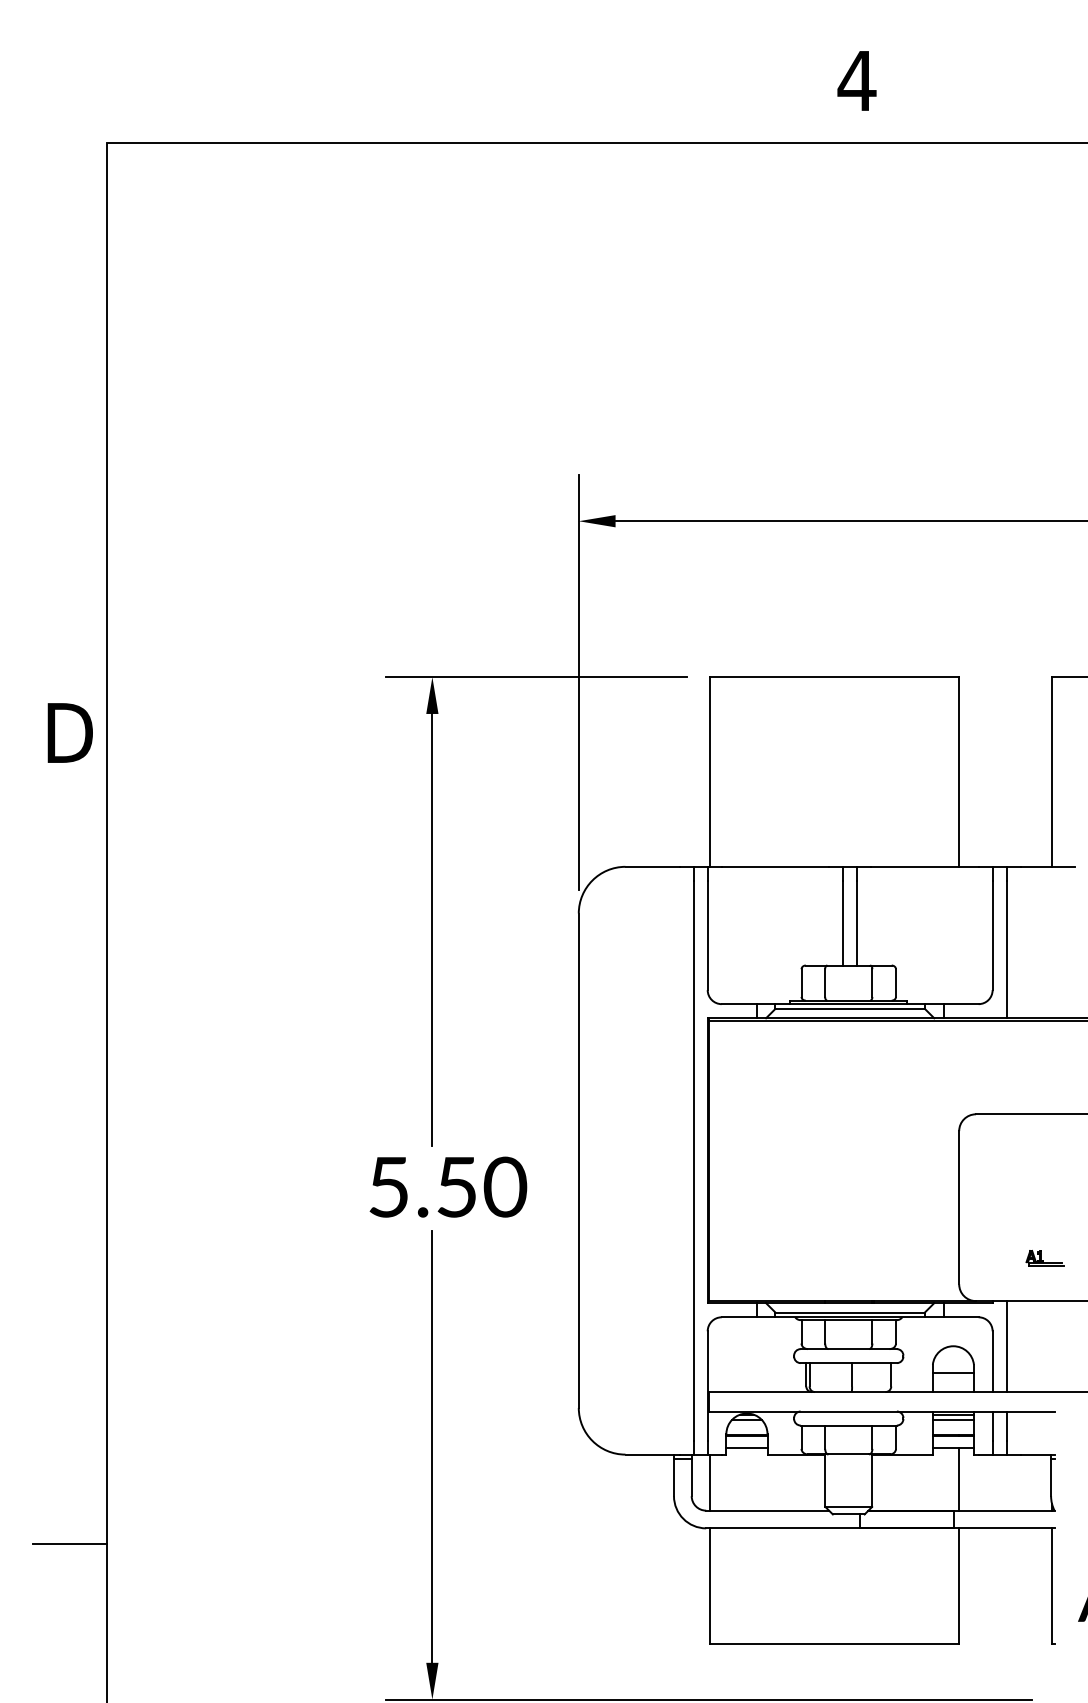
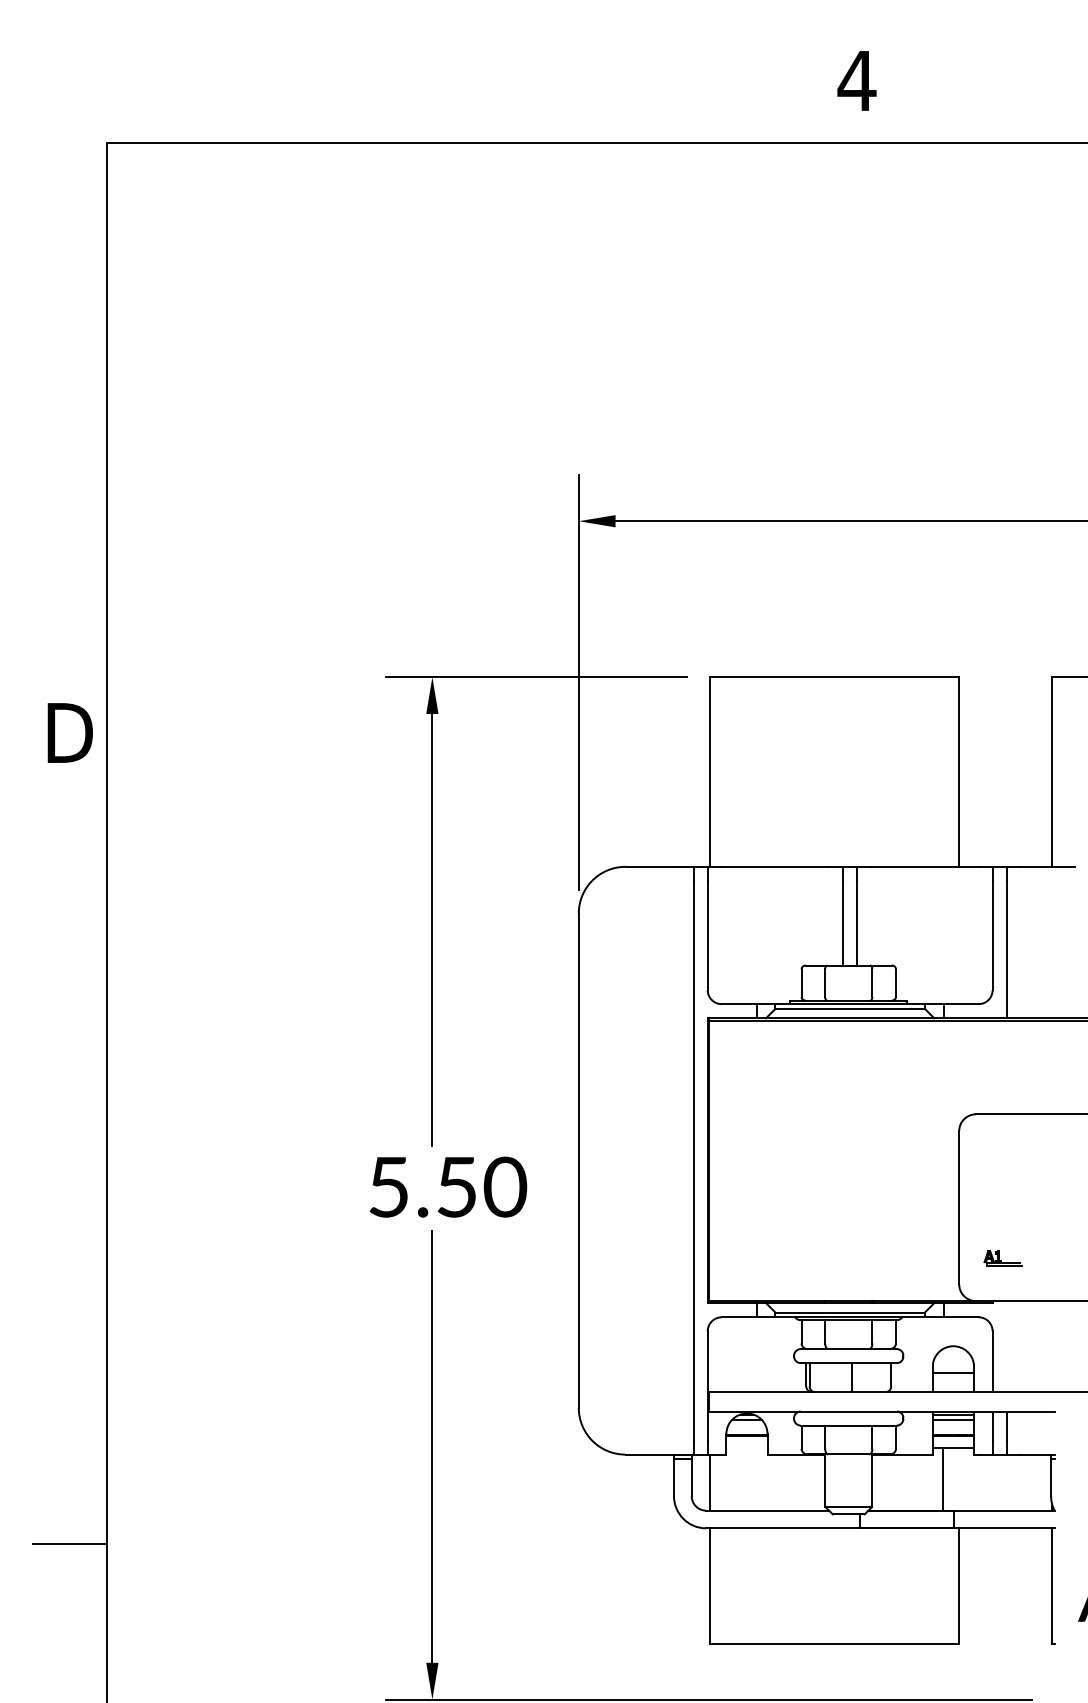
part at (1044, 1258) position: (1044, 1258) -> (1002, 1258)
line at (1006, 1346): present -> none
line at (746, 1447): present -> none
line at (958, 1478) position: (958, 1478) -> (942, 1478)
